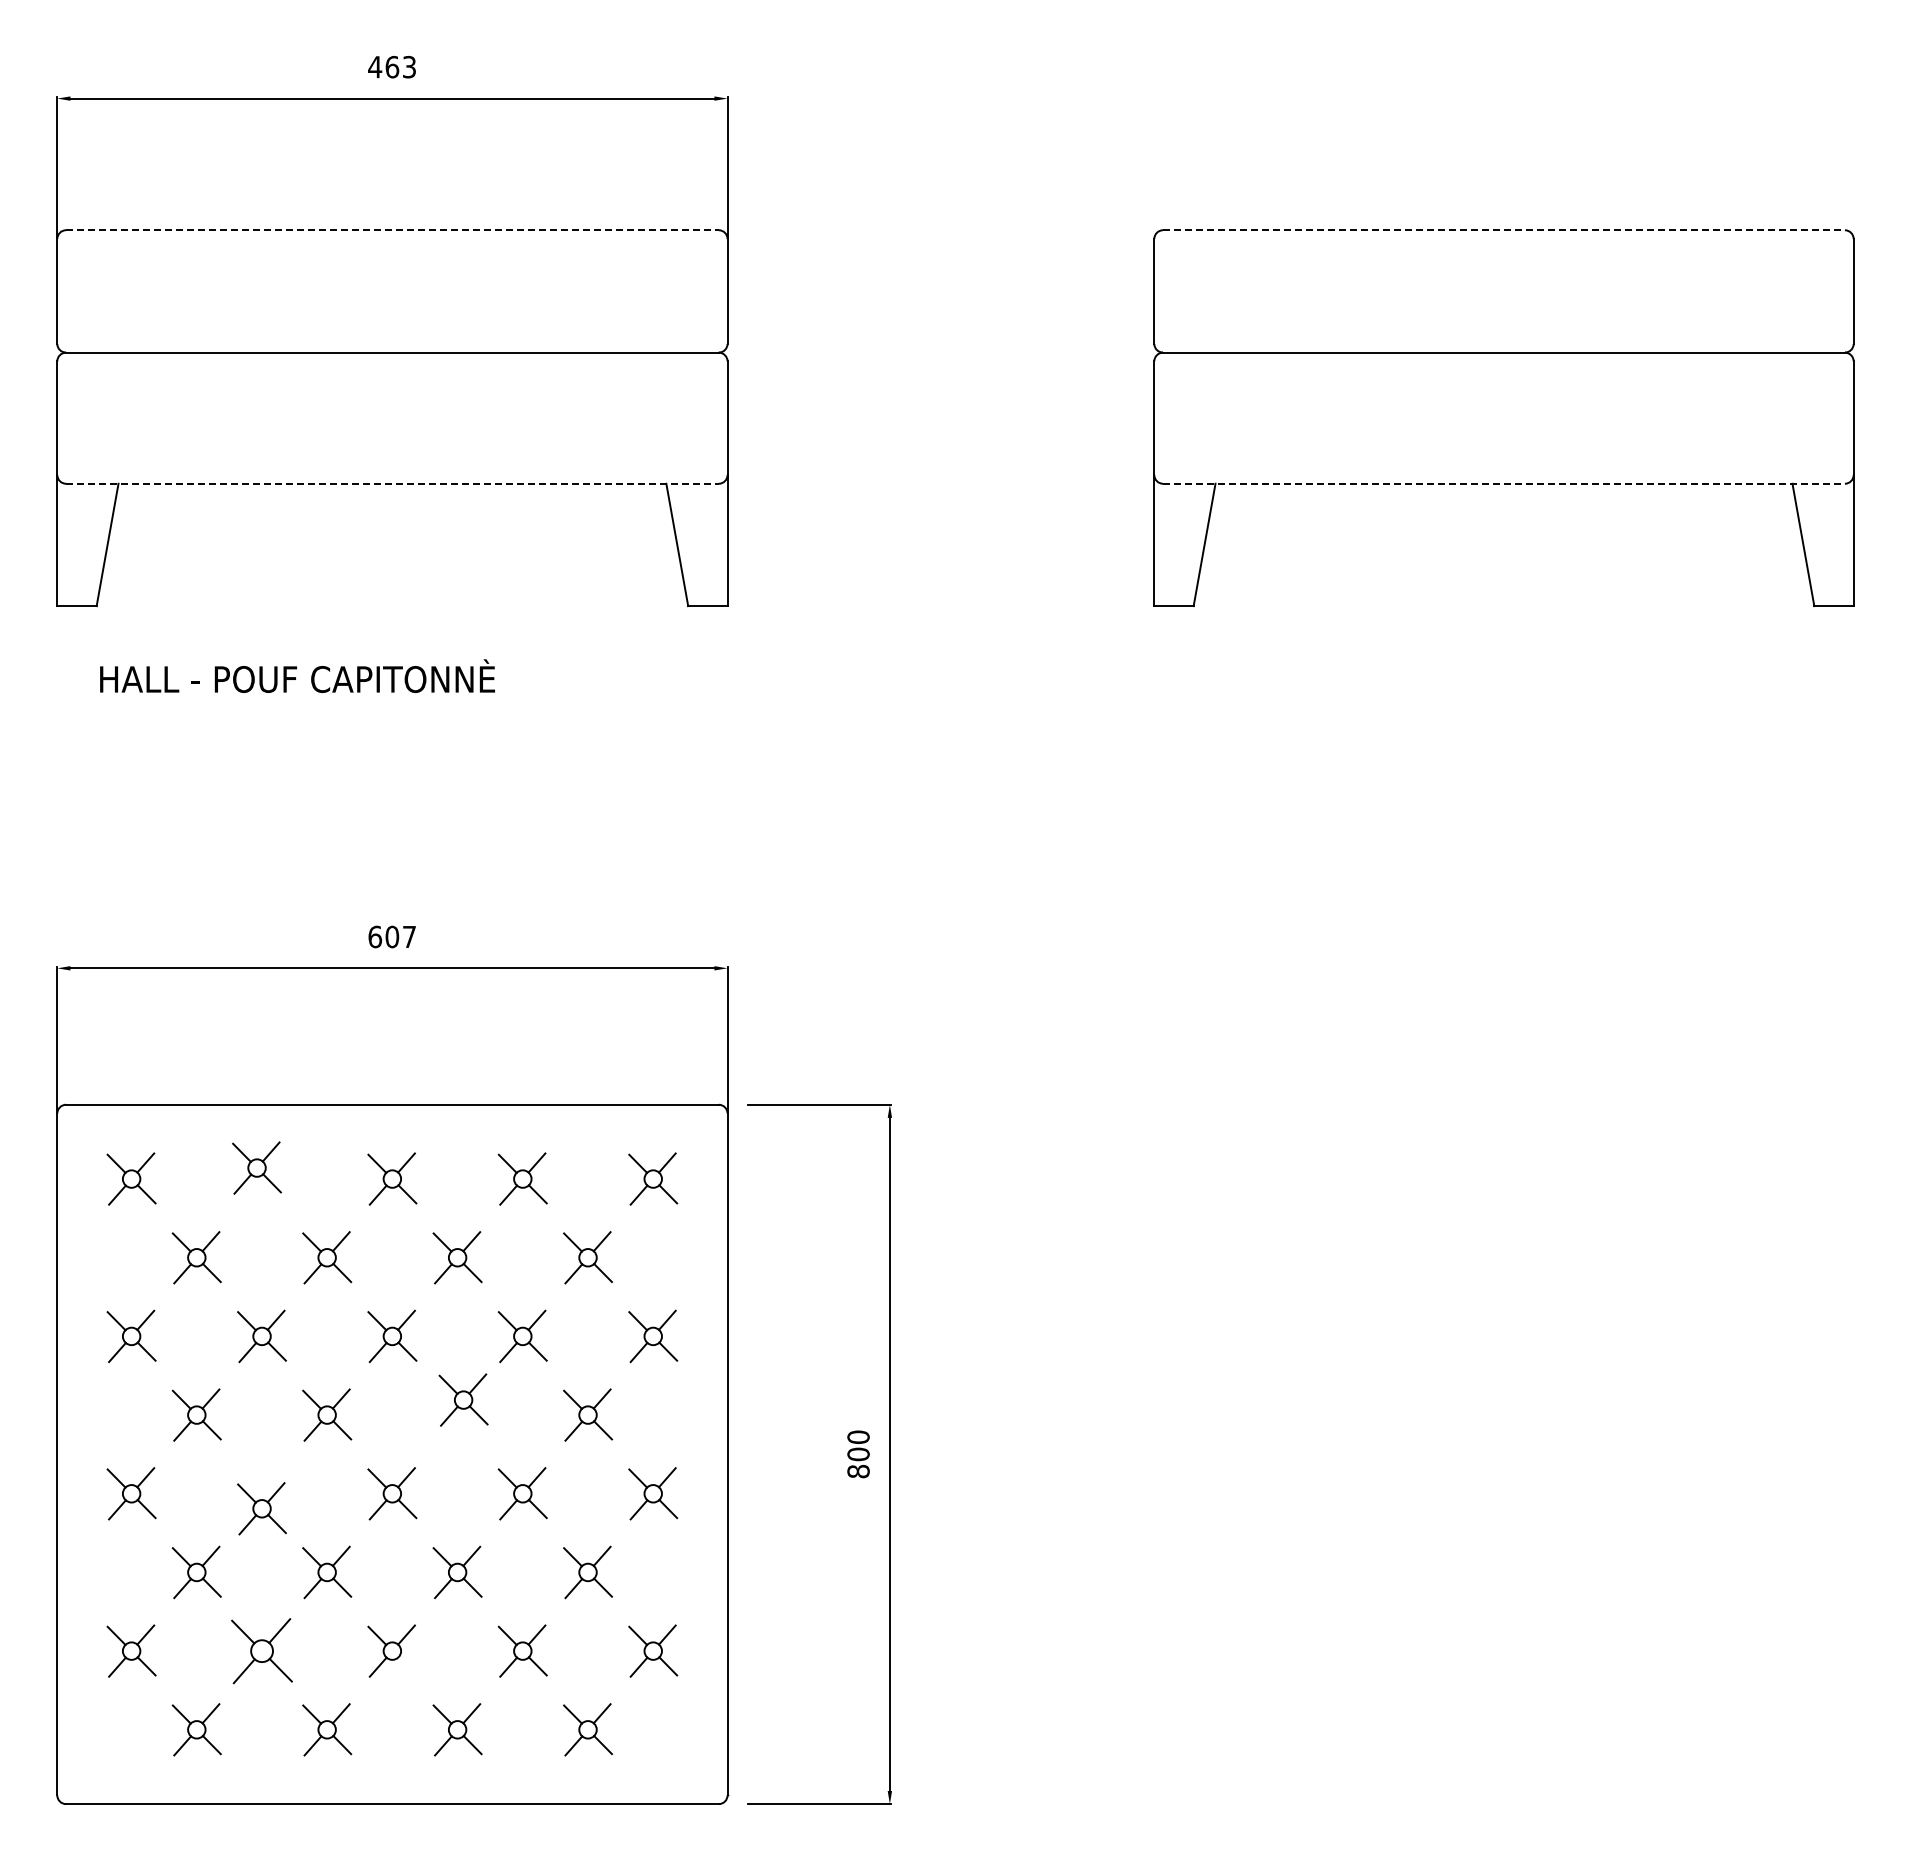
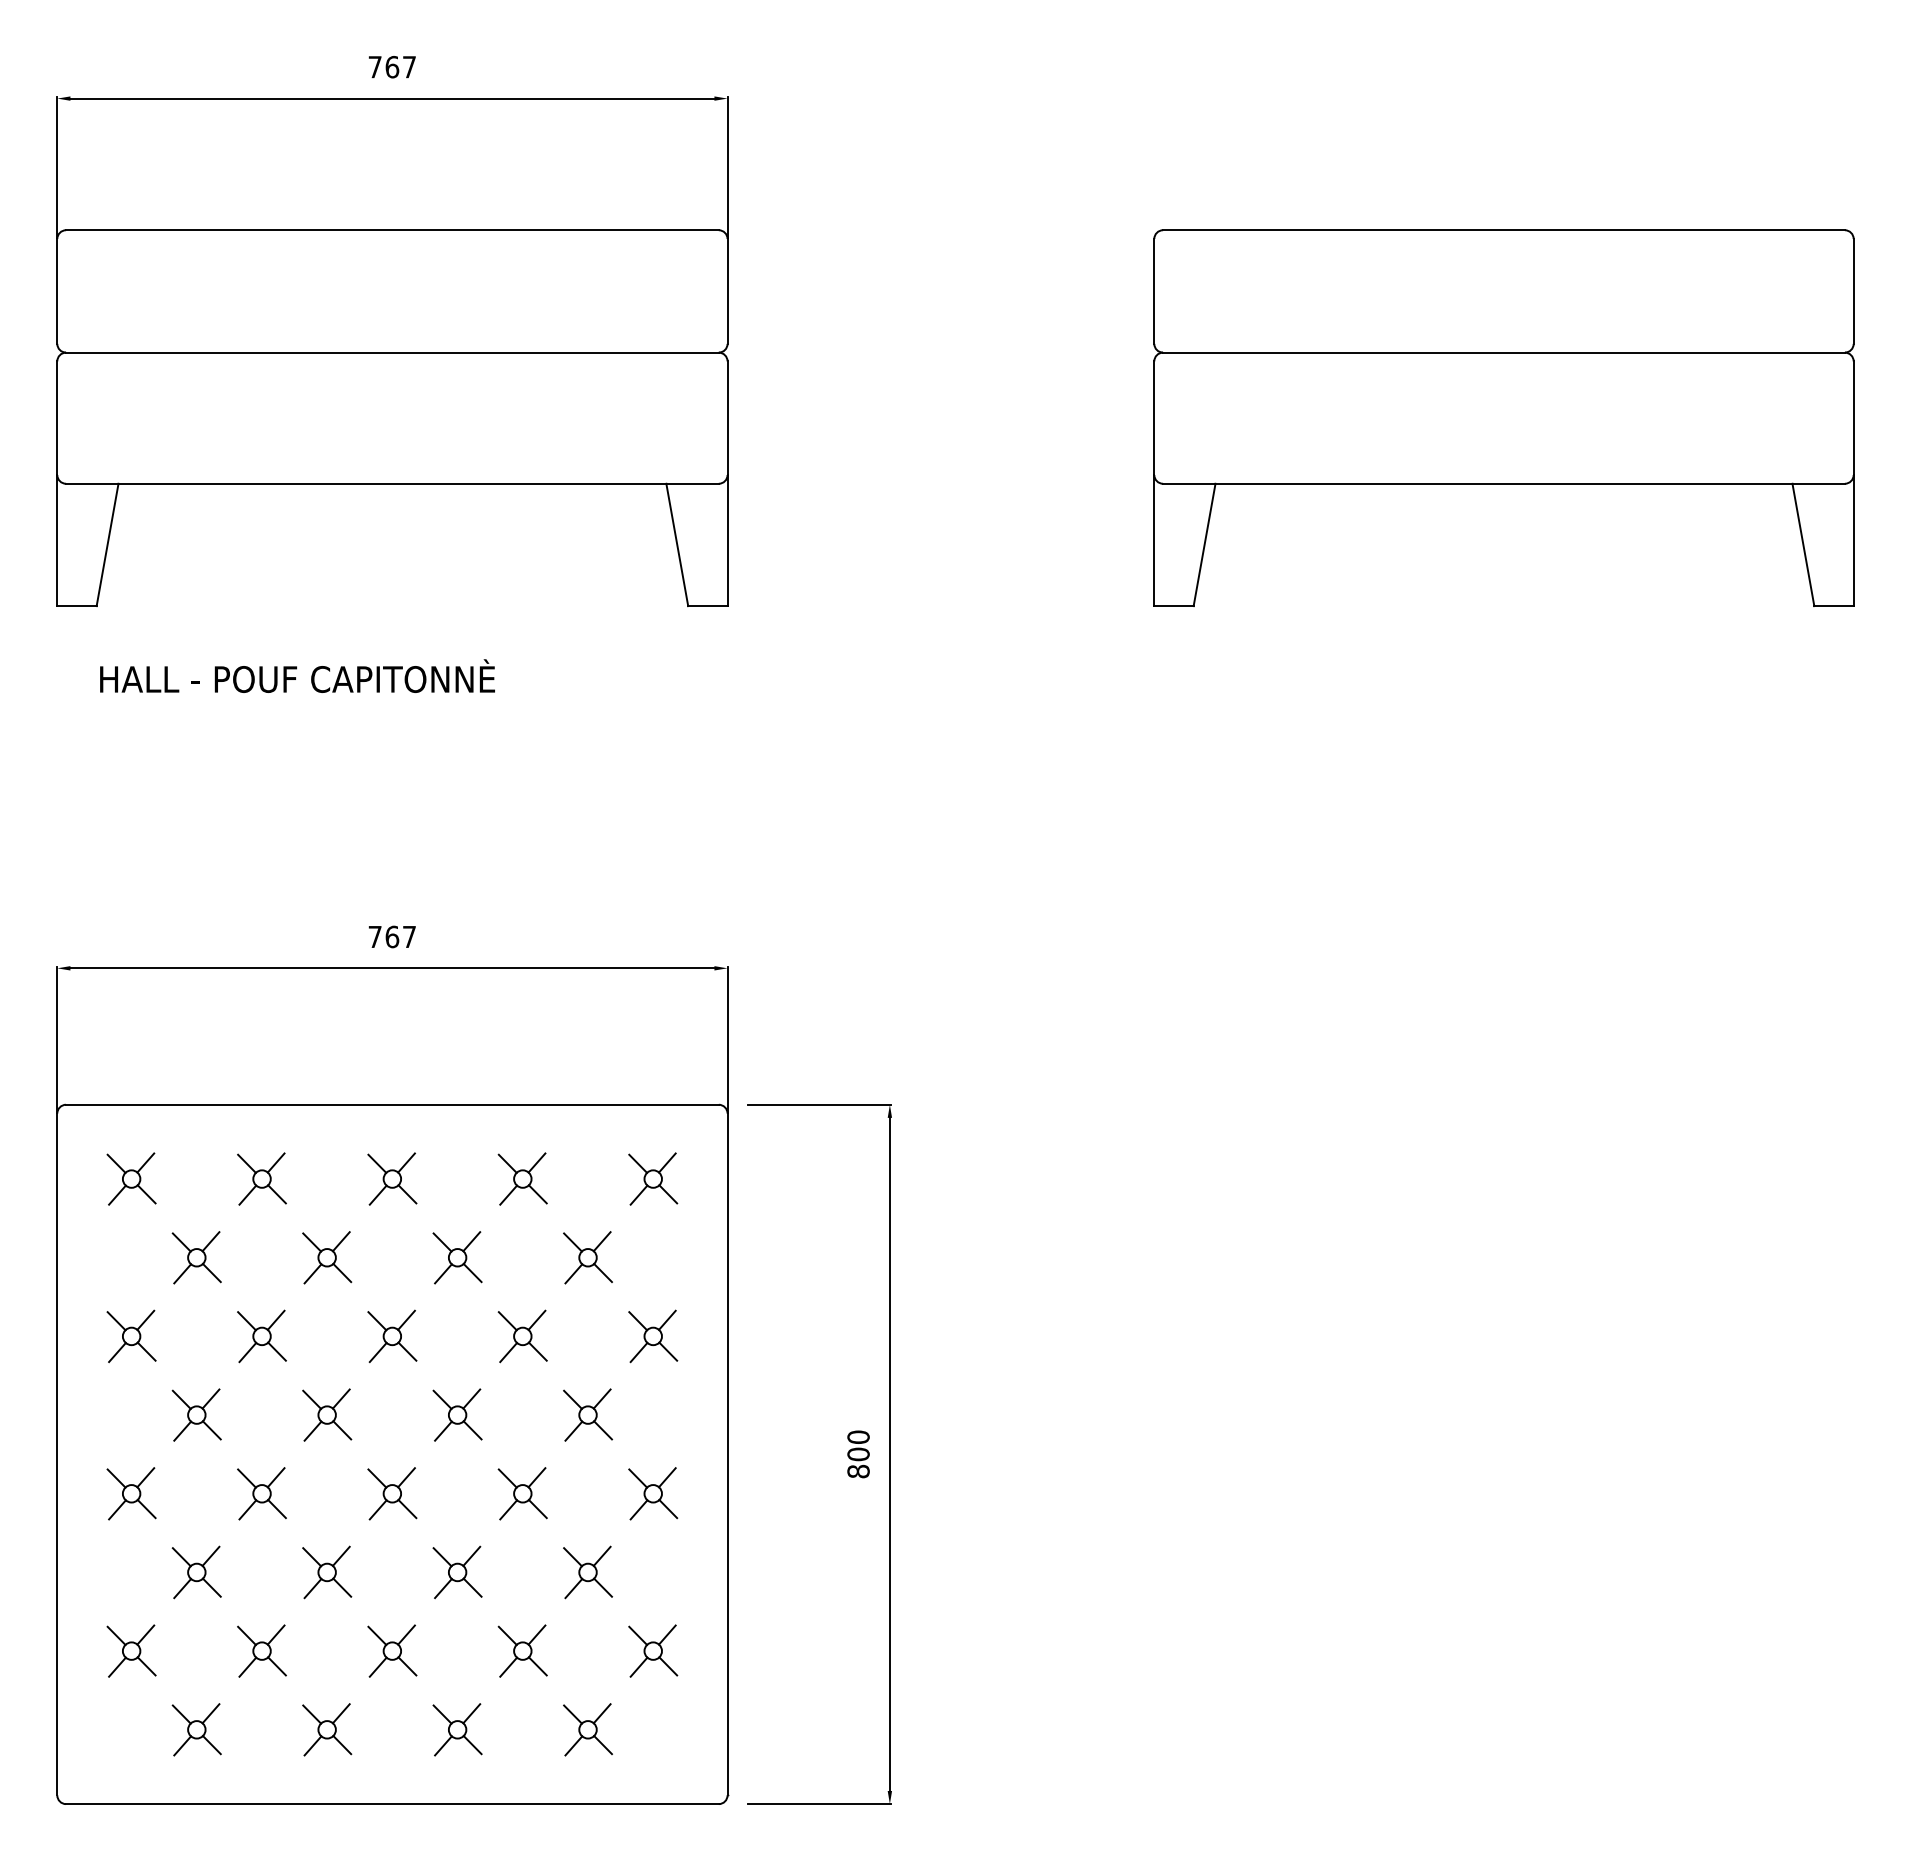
text at (391, 66): 463 -> 767
line at (392, 230): dashed -> solid
line at (1504, 230): dashed -> solid
line at (392, 483): dashed -> solid
line at (1504, 483): dashed -> solid
text at (383, 936): 607 -> 767
part at (256, 1167) position: (256, 1167) -> (261, 1178)
part at (463, 1399) position: (463, 1399) -> (457, 1414)
part at (261, 1508) position: (261, 1508) -> (261, 1493)
part at (261, 1651) size: 62x67 px -> 50x54 px
line at (407, 1666): none -> present
